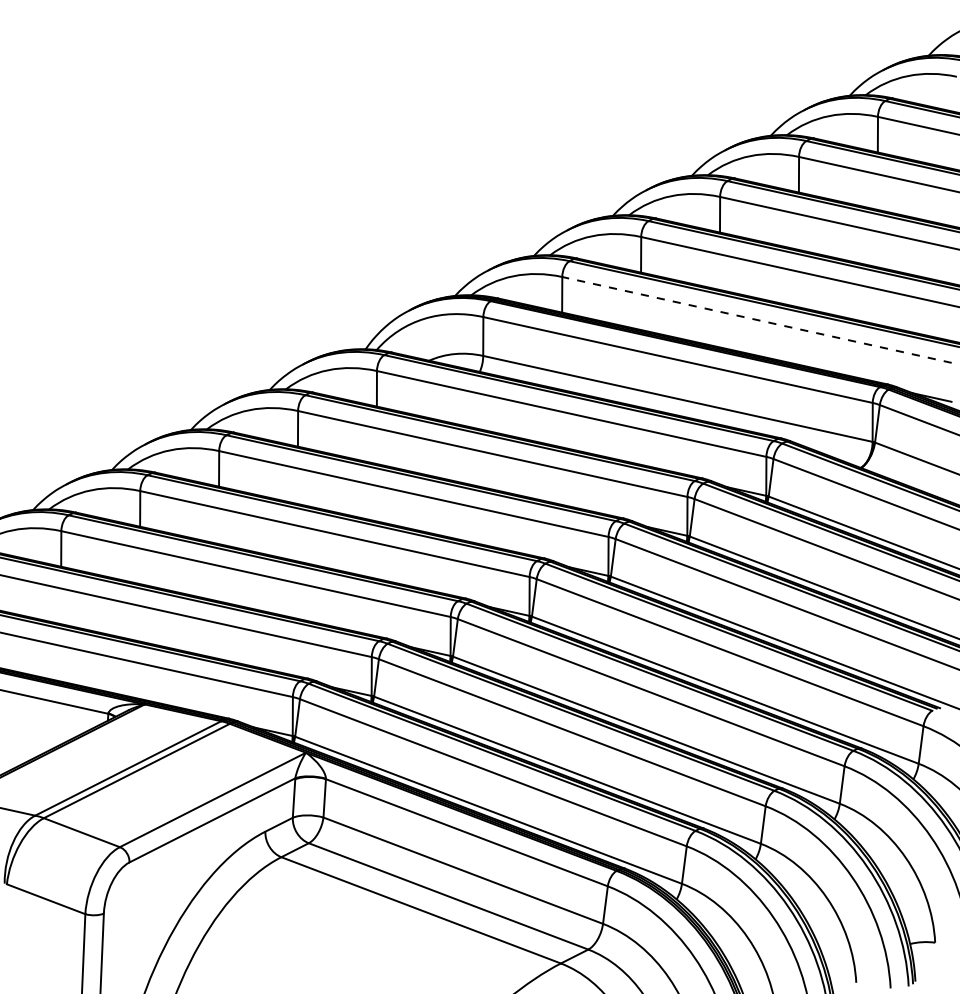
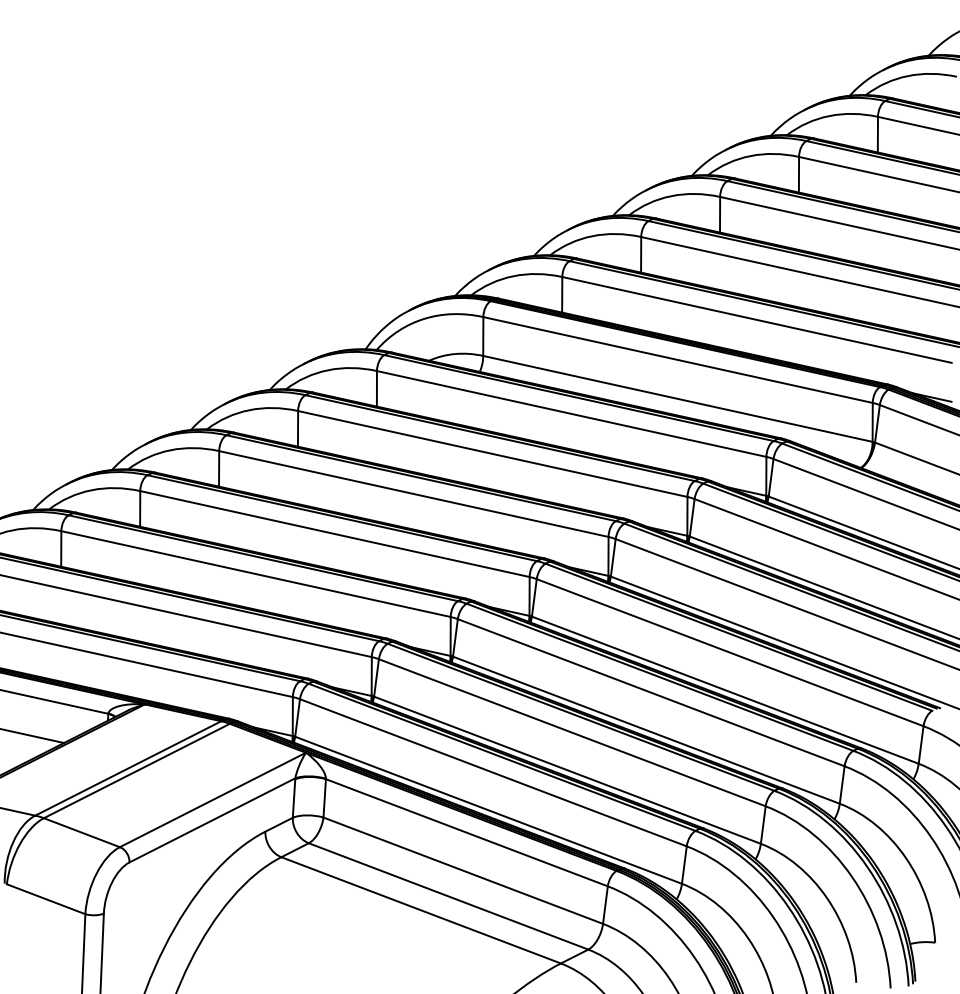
line at (756, 319): dashed -> solid
line at (33, 736): none -> present
